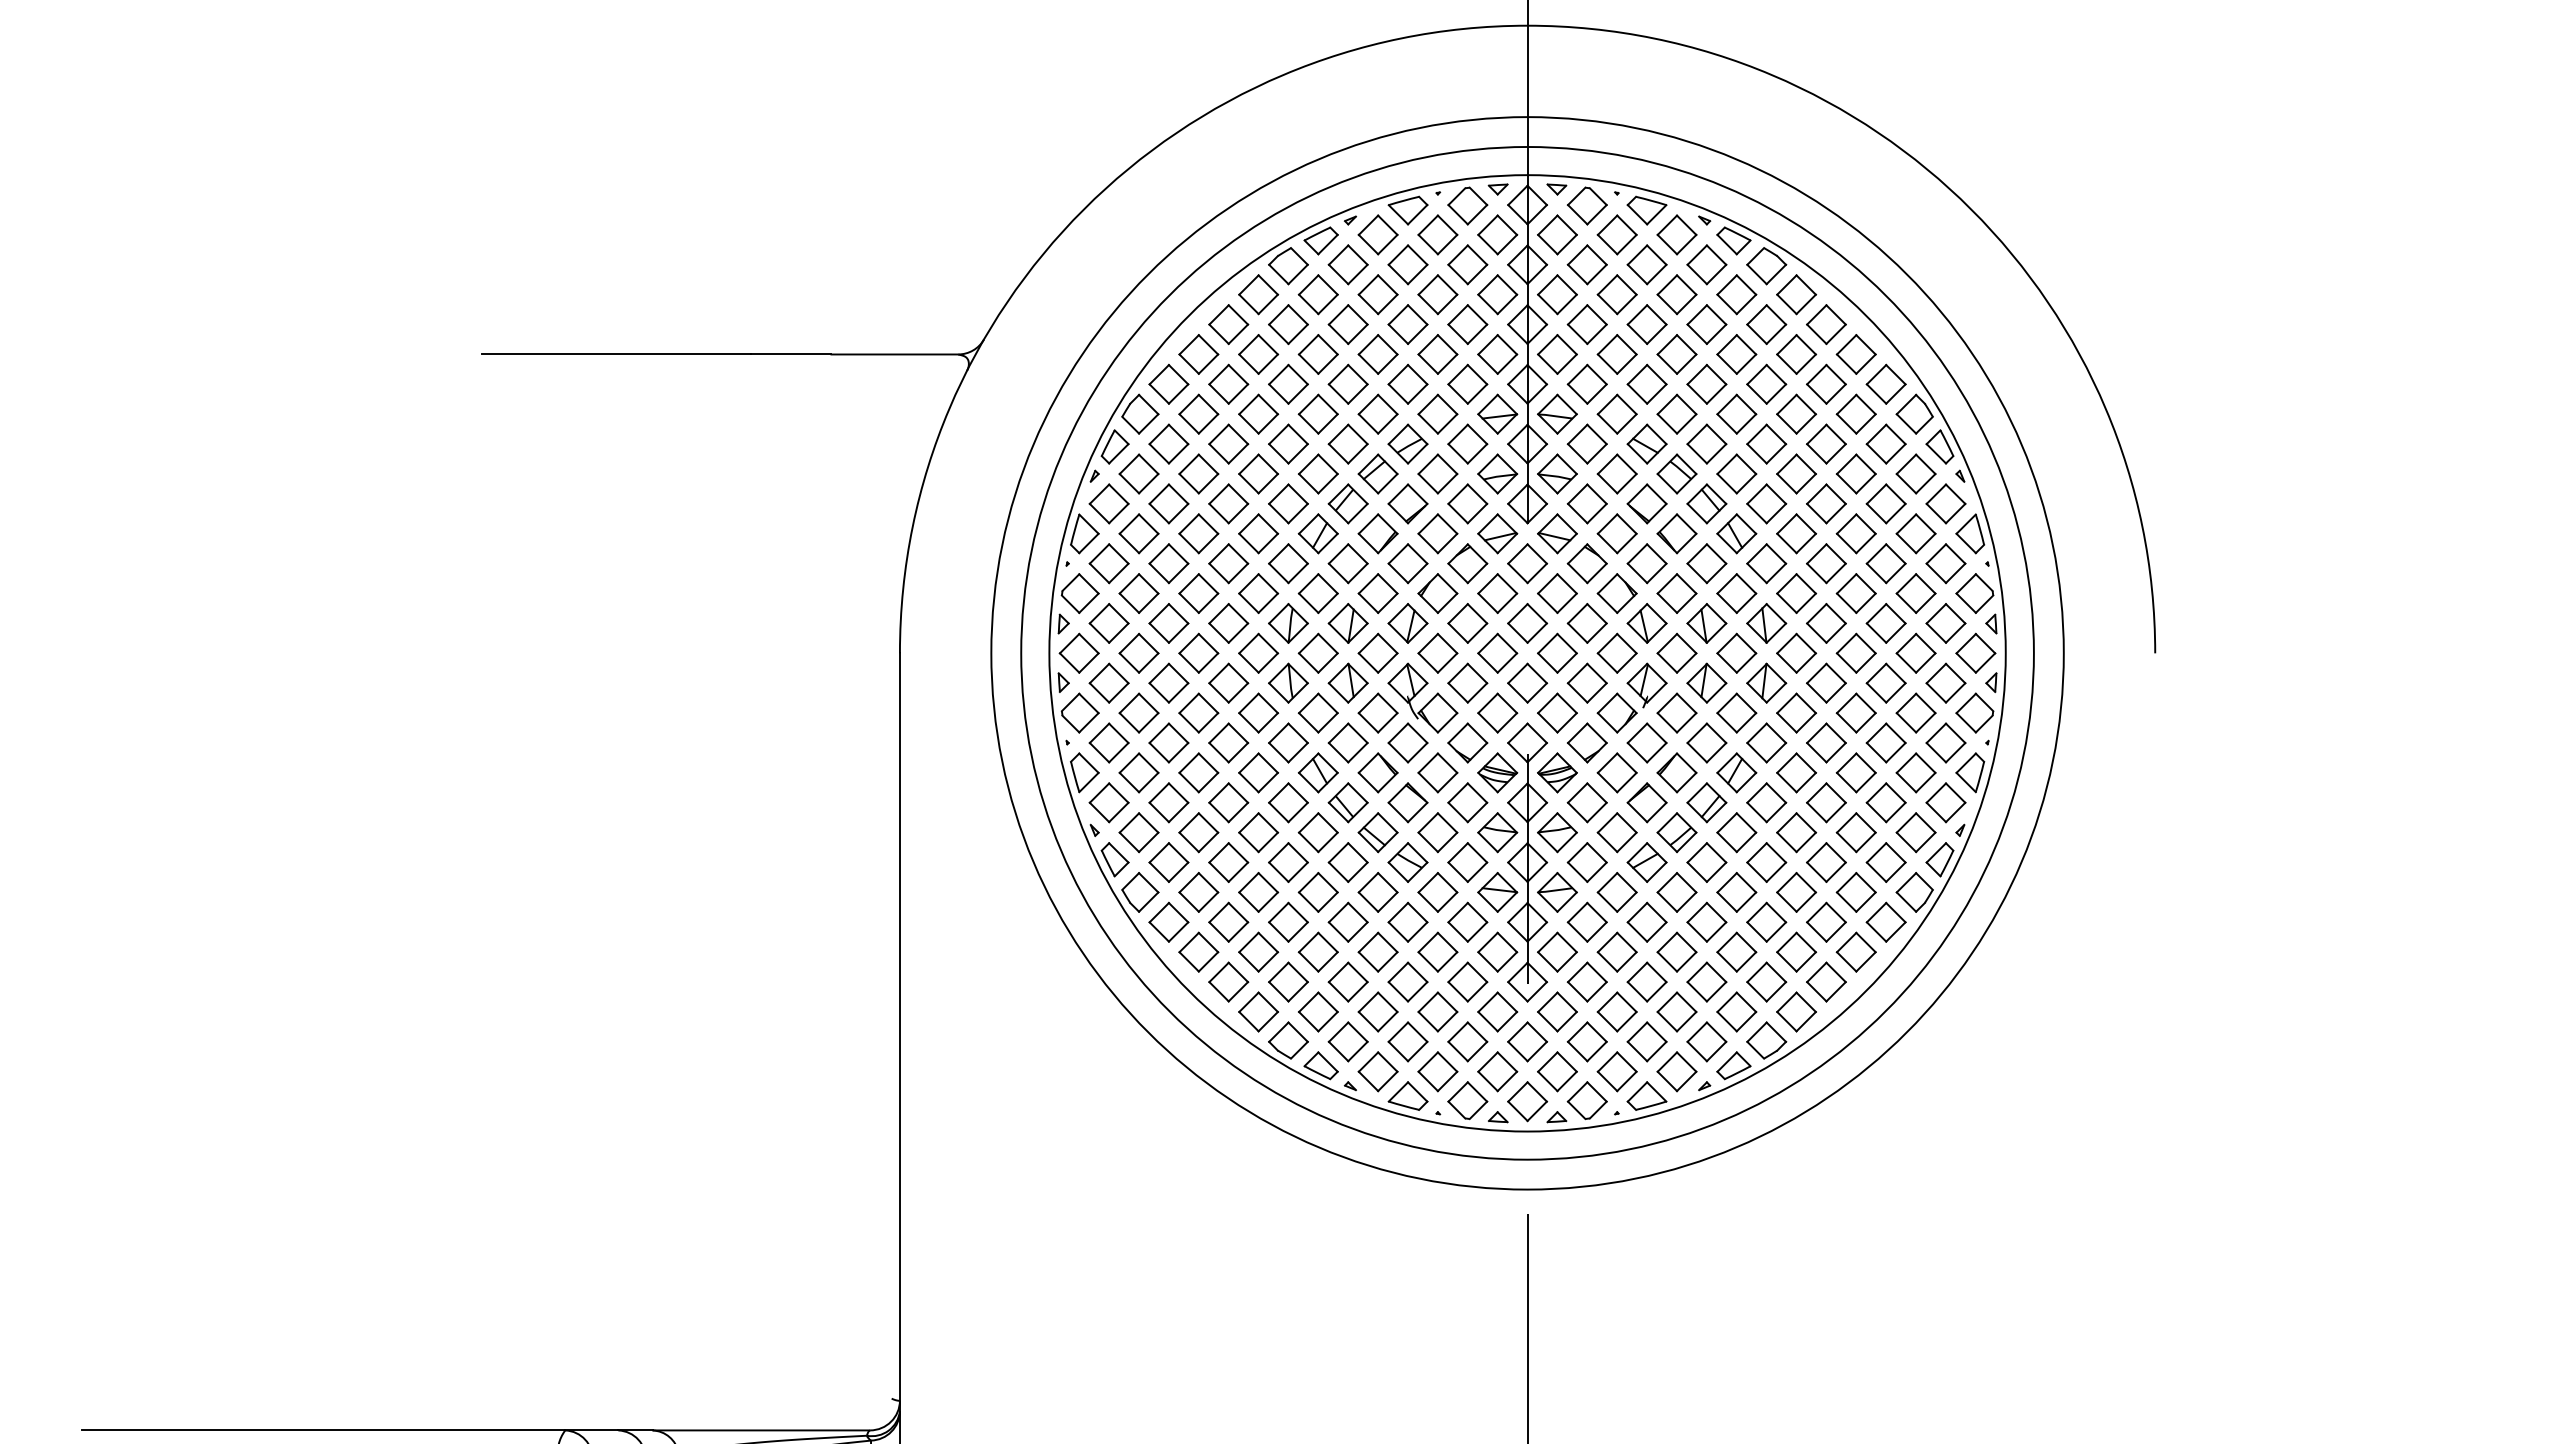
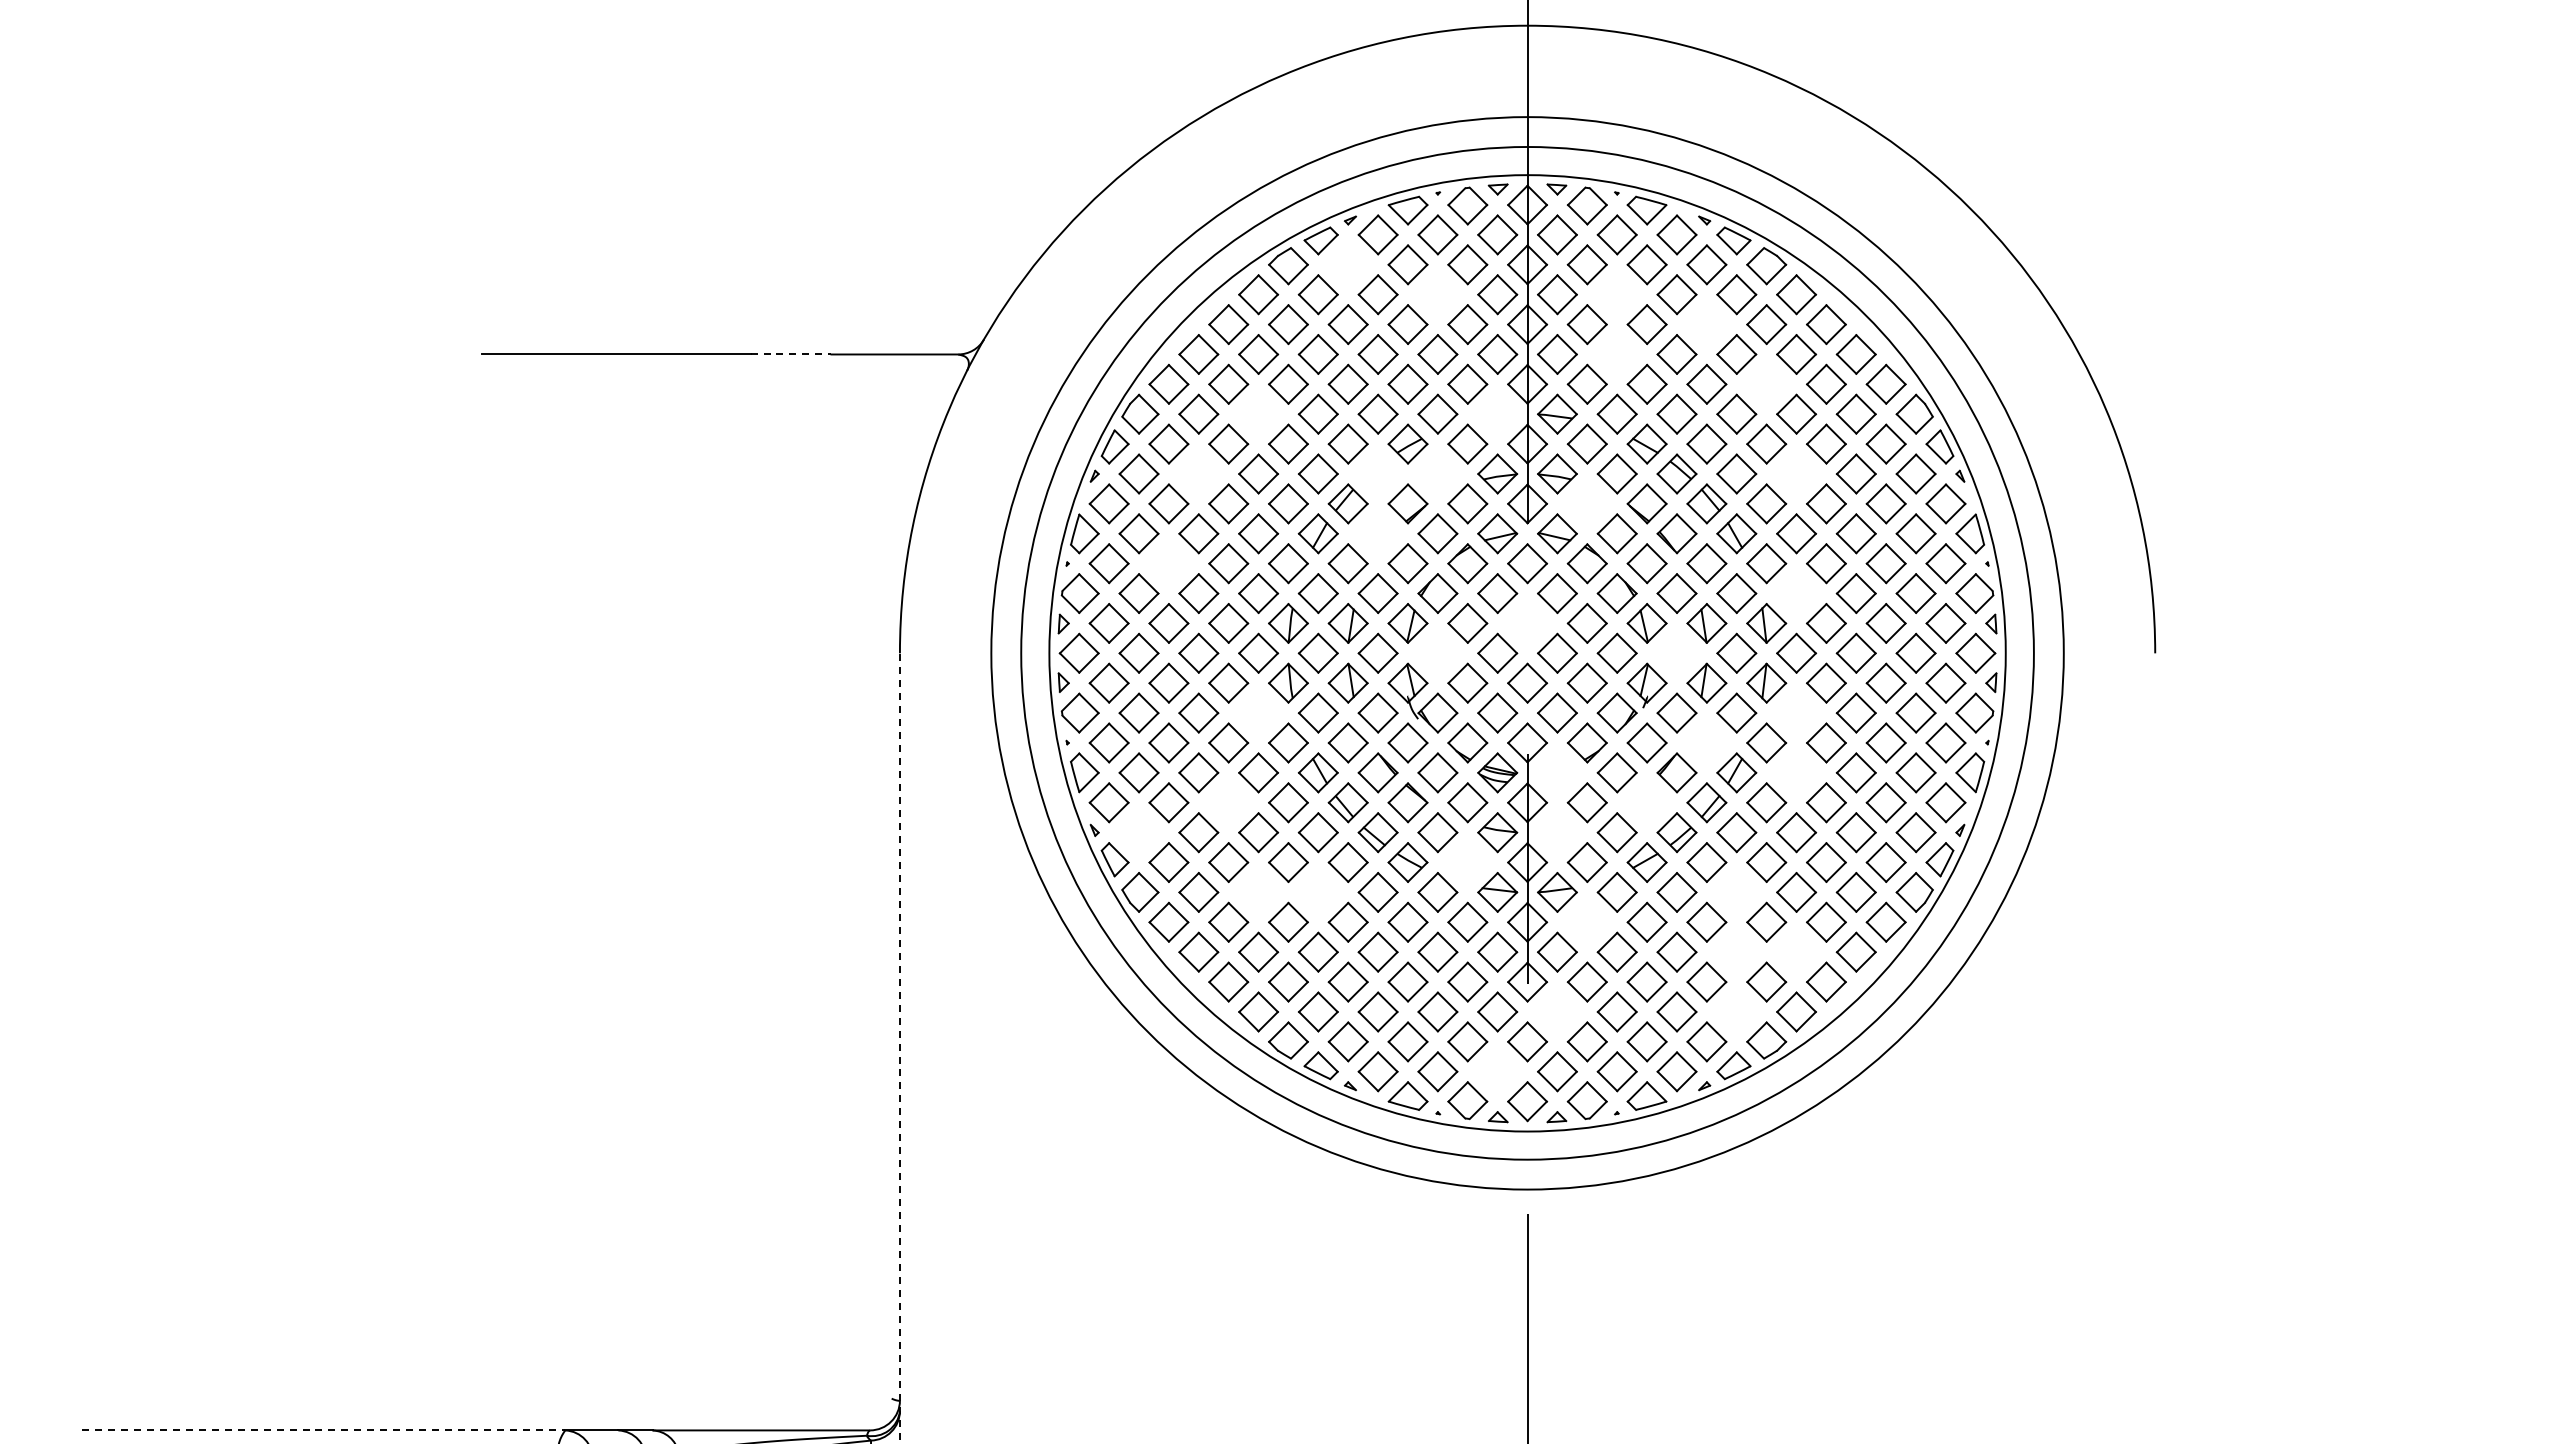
part at (1347, 264): present -> none
part at (1437, 294): present -> none
part at (1616, 294): present -> none
part at (1706, 324): present -> none
line at (790, 354): solid -> dashed
part at (1616, 354): present -> none
part at (1766, 383): present -> none
part at (1258, 413): present -> none
part at (1497, 413): present -> none
part at (1198, 473): present -> none
part at (1377, 473): present -> none
part at (1437, 473): present -> none
part at (1796, 473): present -> none
part at (1586, 503): present -> none
part at (1377, 533): present -> none
part at (1168, 563): present -> none
part at (1796, 593): present -> none
part at (1527, 623): present -> none
part at (1437, 652): present -> none
part at (1676, 653): present -> none
part at (1258, 712): present -> none
part at (1796, 712): present -> none
part at (1706, 742): present -> none
part at (1557, 772): present -> none
part at (1796, 772): present -> none
part at (1228, 802): present -> none
part at (1646, 802): present -> none
part at (1138, 832): present -> none
part at (1557, 832): present -> none
part at (1467, 862): present -> none
part at (1258, 892): present -> none
part at (1317, 892): present -> none
part at (1736, 892): present -> none
part at (1586, 921): present -> none
part at (1736, 951): present -> none
part at (1796, 951): present -> none
part at (1557, 1011): present -> none
part at (1736, 1011): present -> none
line at (899, 1047): solid -> dashed
part at (1497, 1071): present -> none
line at (323, 1430): solid -> dashed
